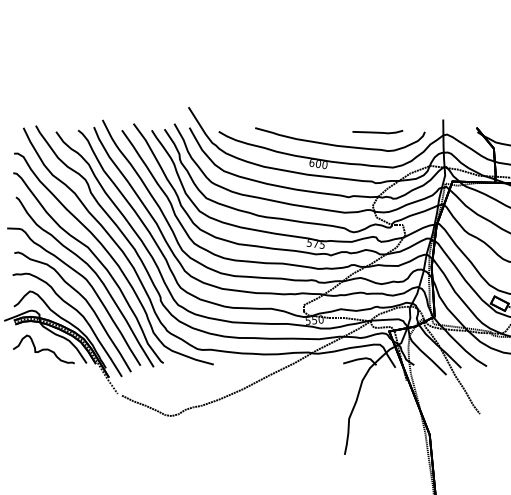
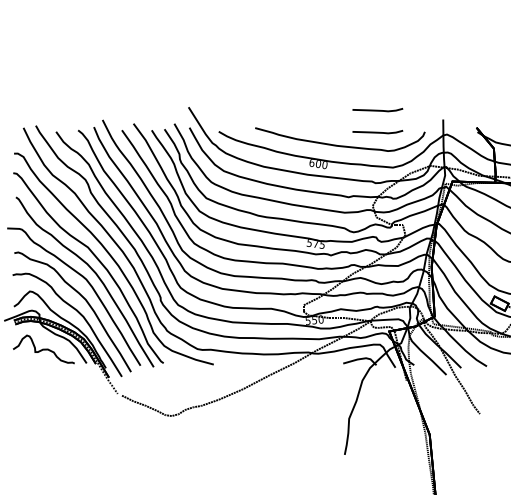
curve at (377, 110): none -> present
